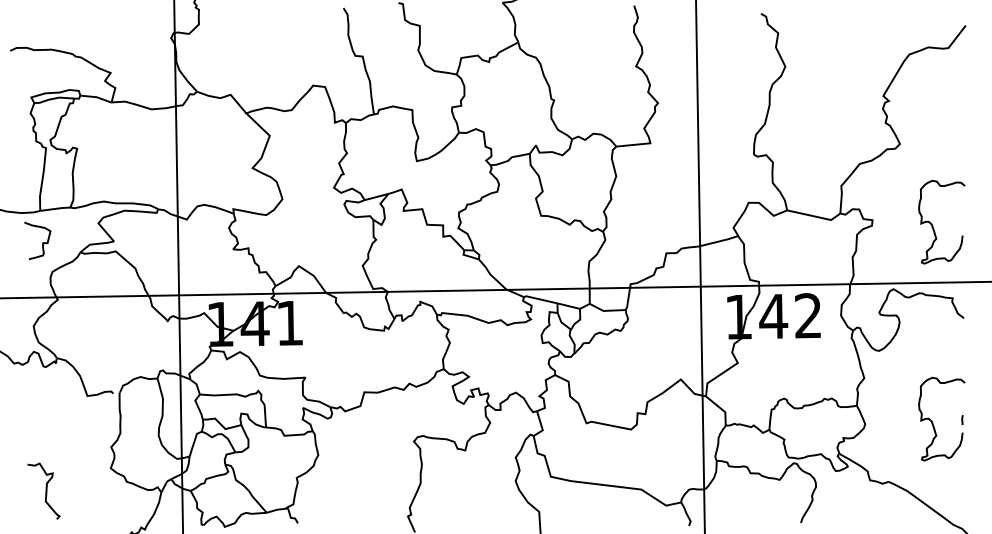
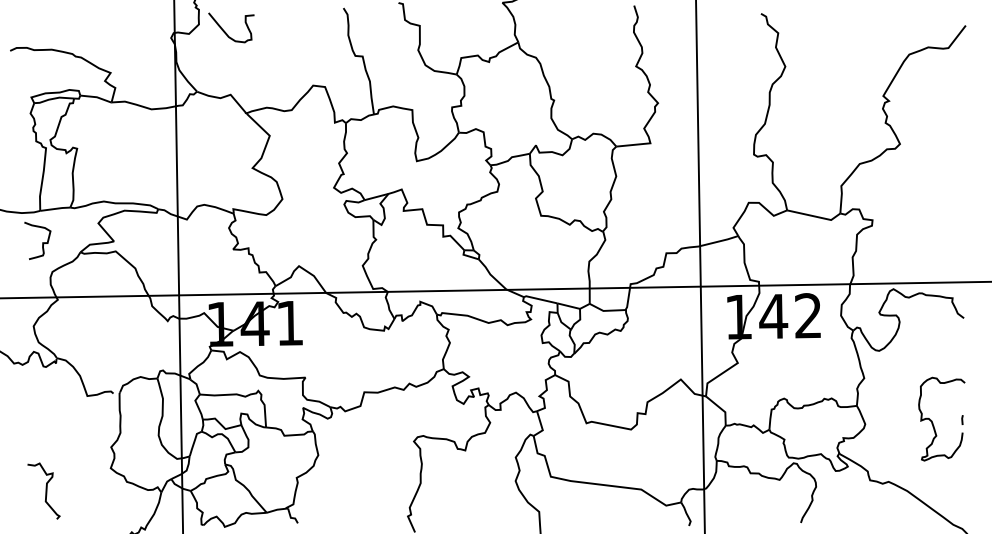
curve at (226, 32): none -> present
curve at (933, 225): present -> none
